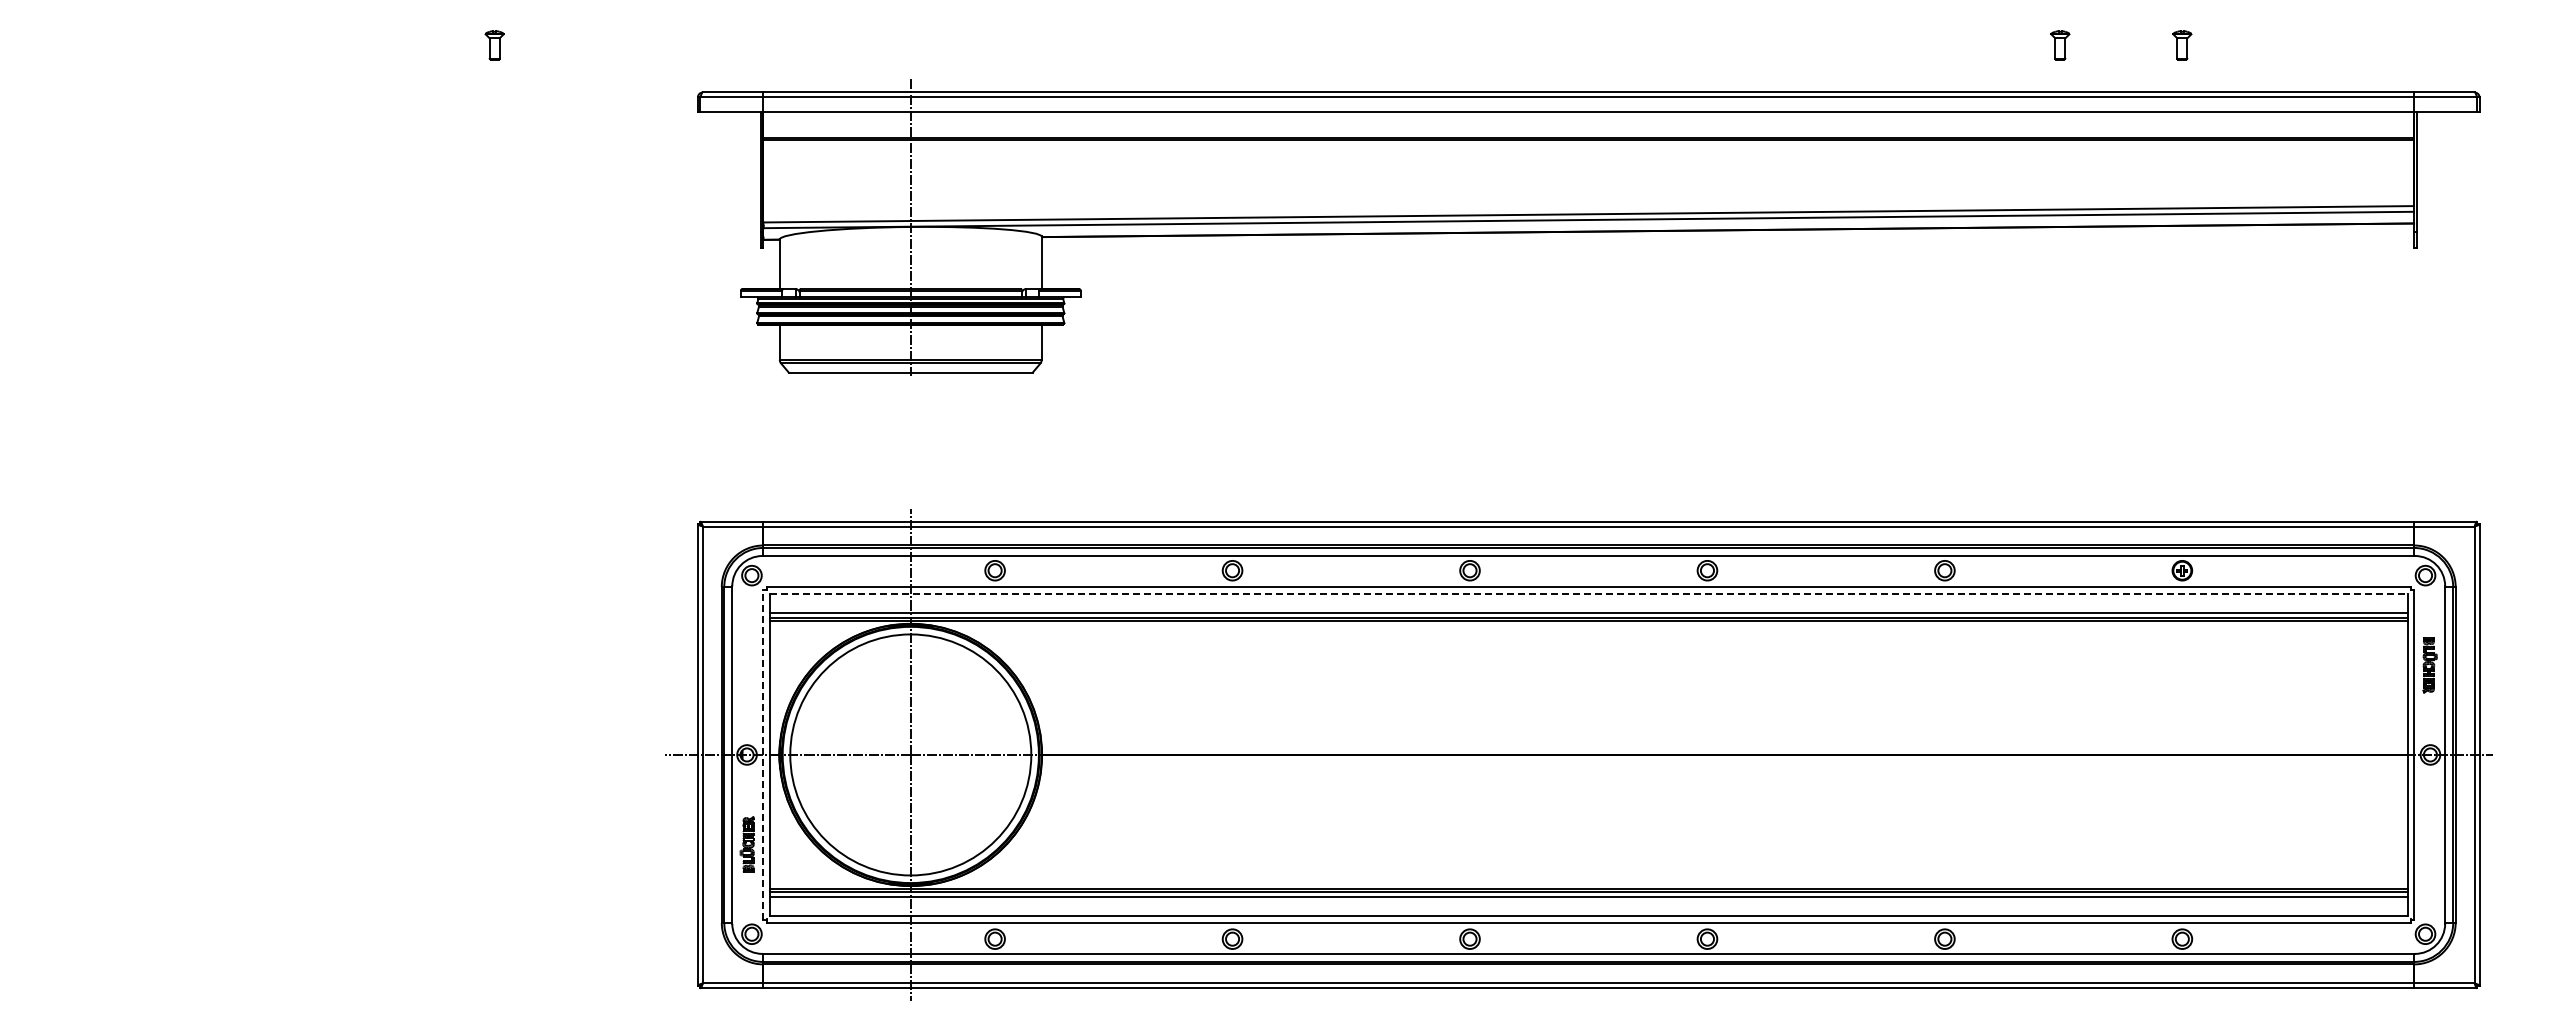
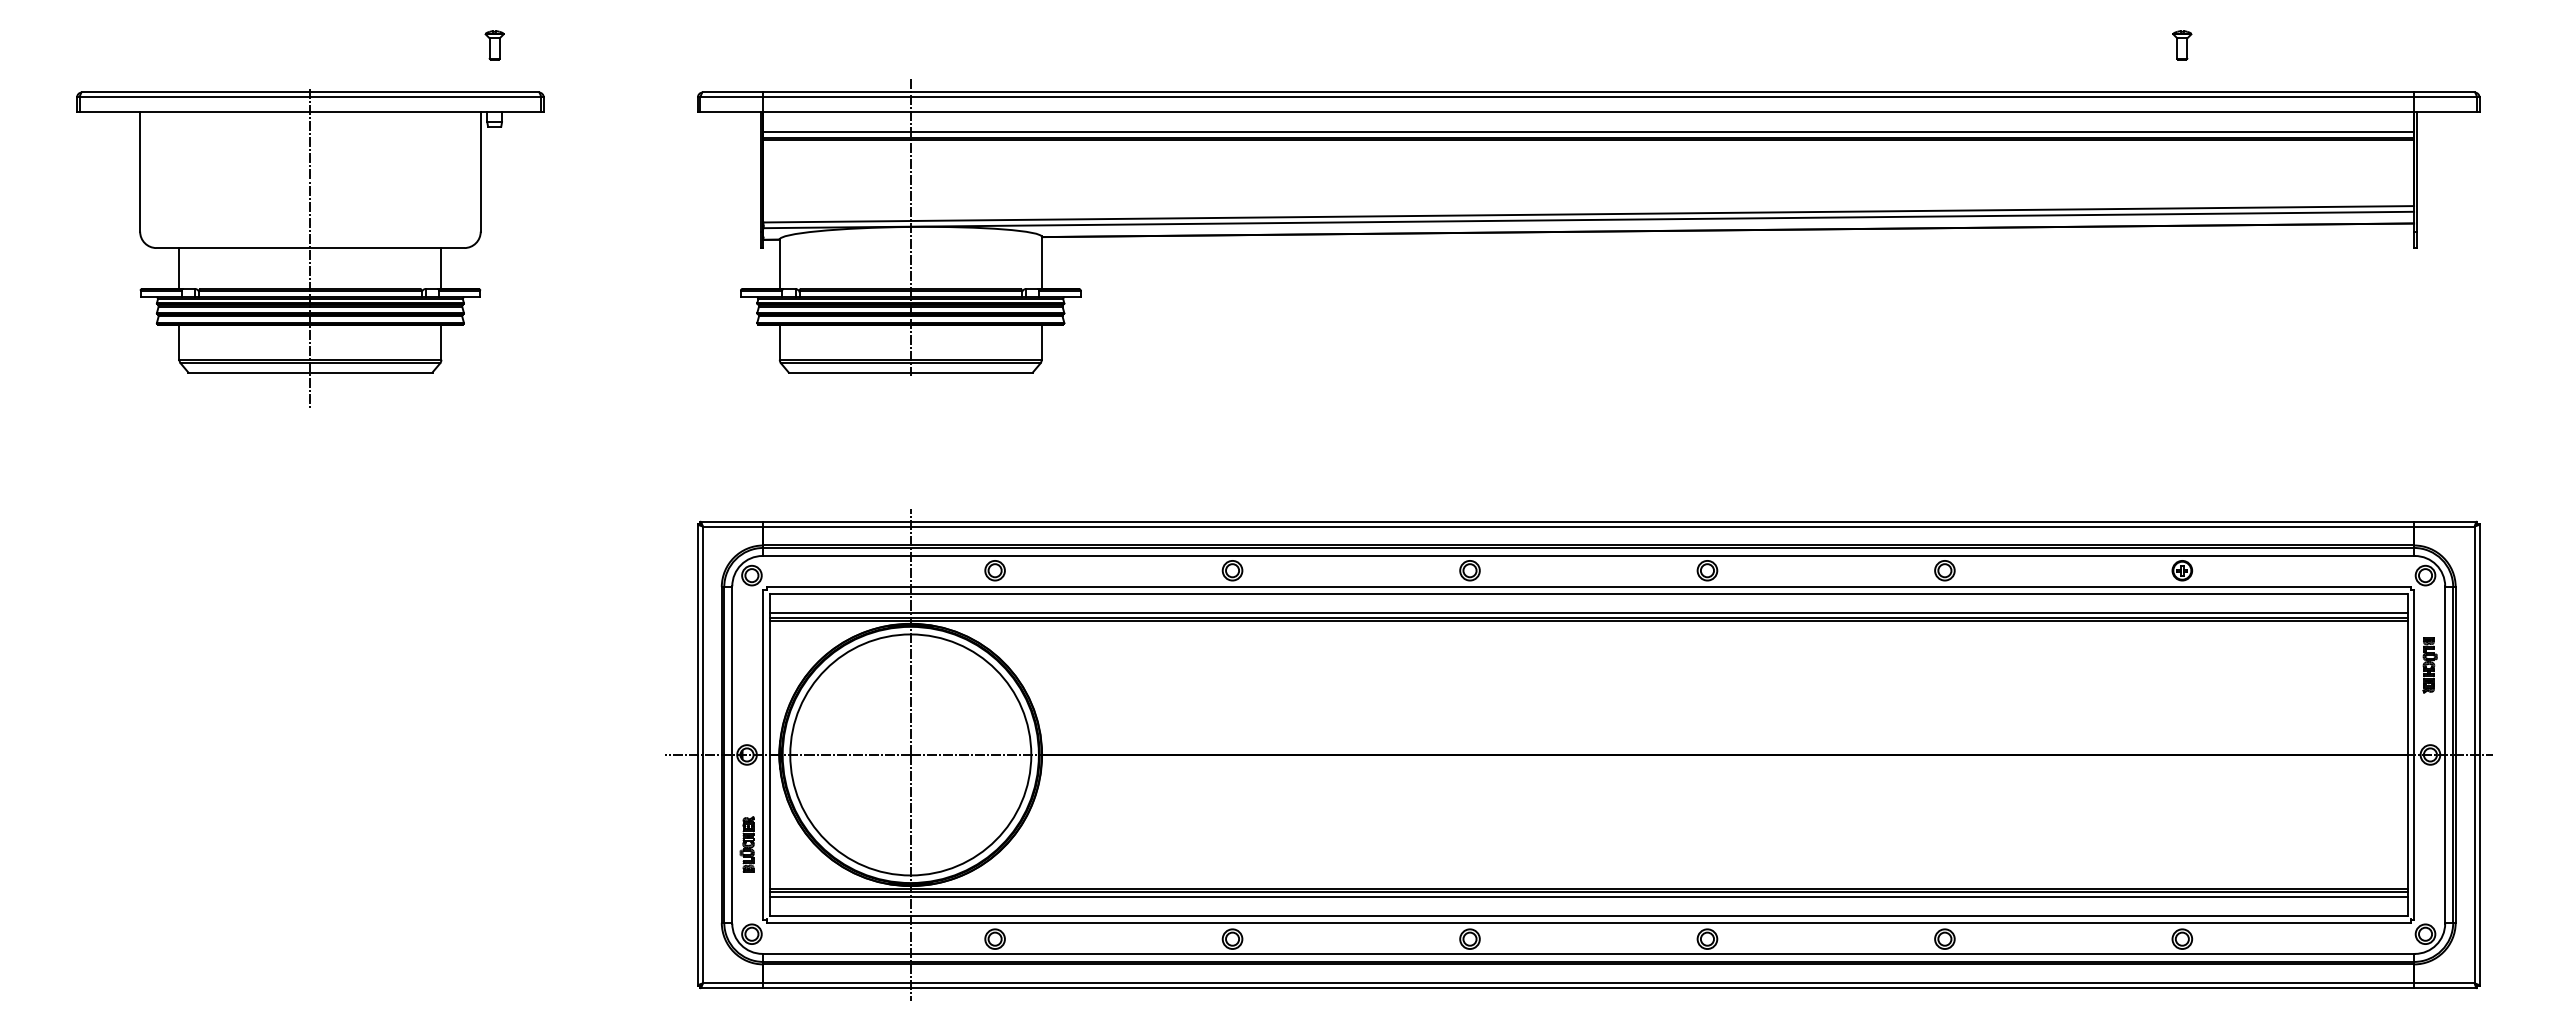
part at (2060, 45): present -> none
line at (1588, 131): none -> present
part at (310, 248): none -> present
line at (1588, 593): dashed -> solid
line at (763, 754): dashed -> solid
